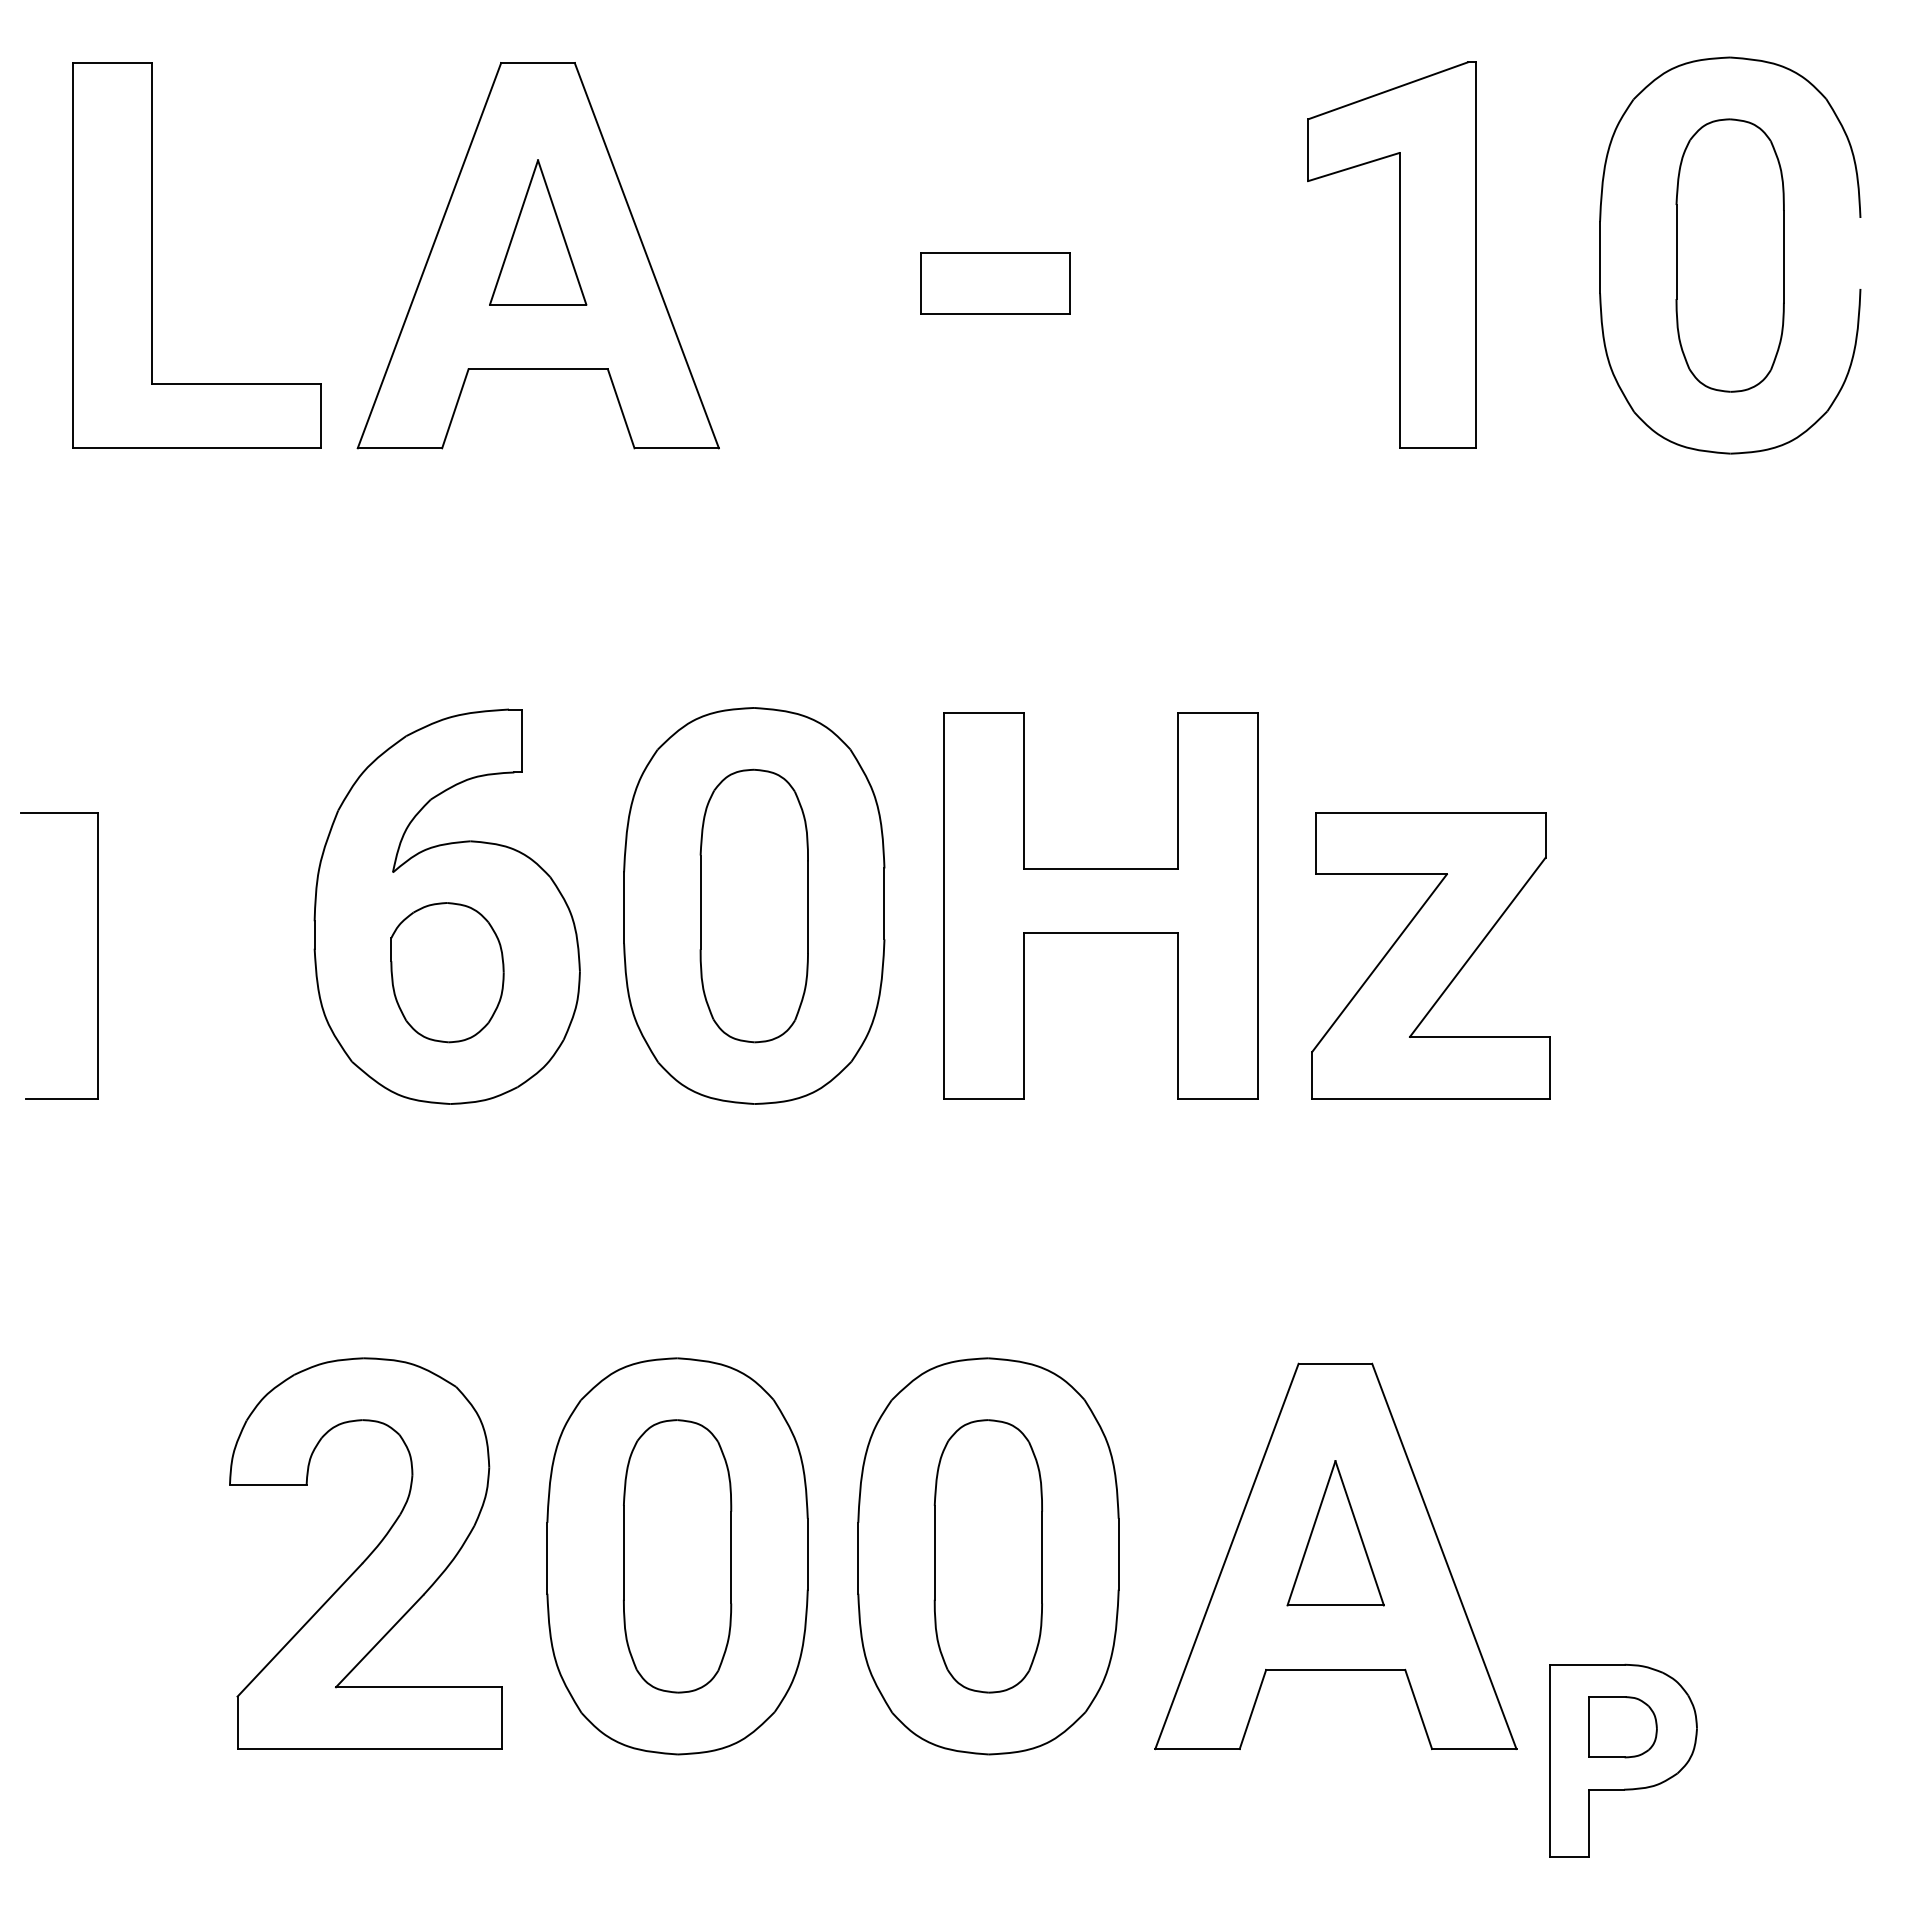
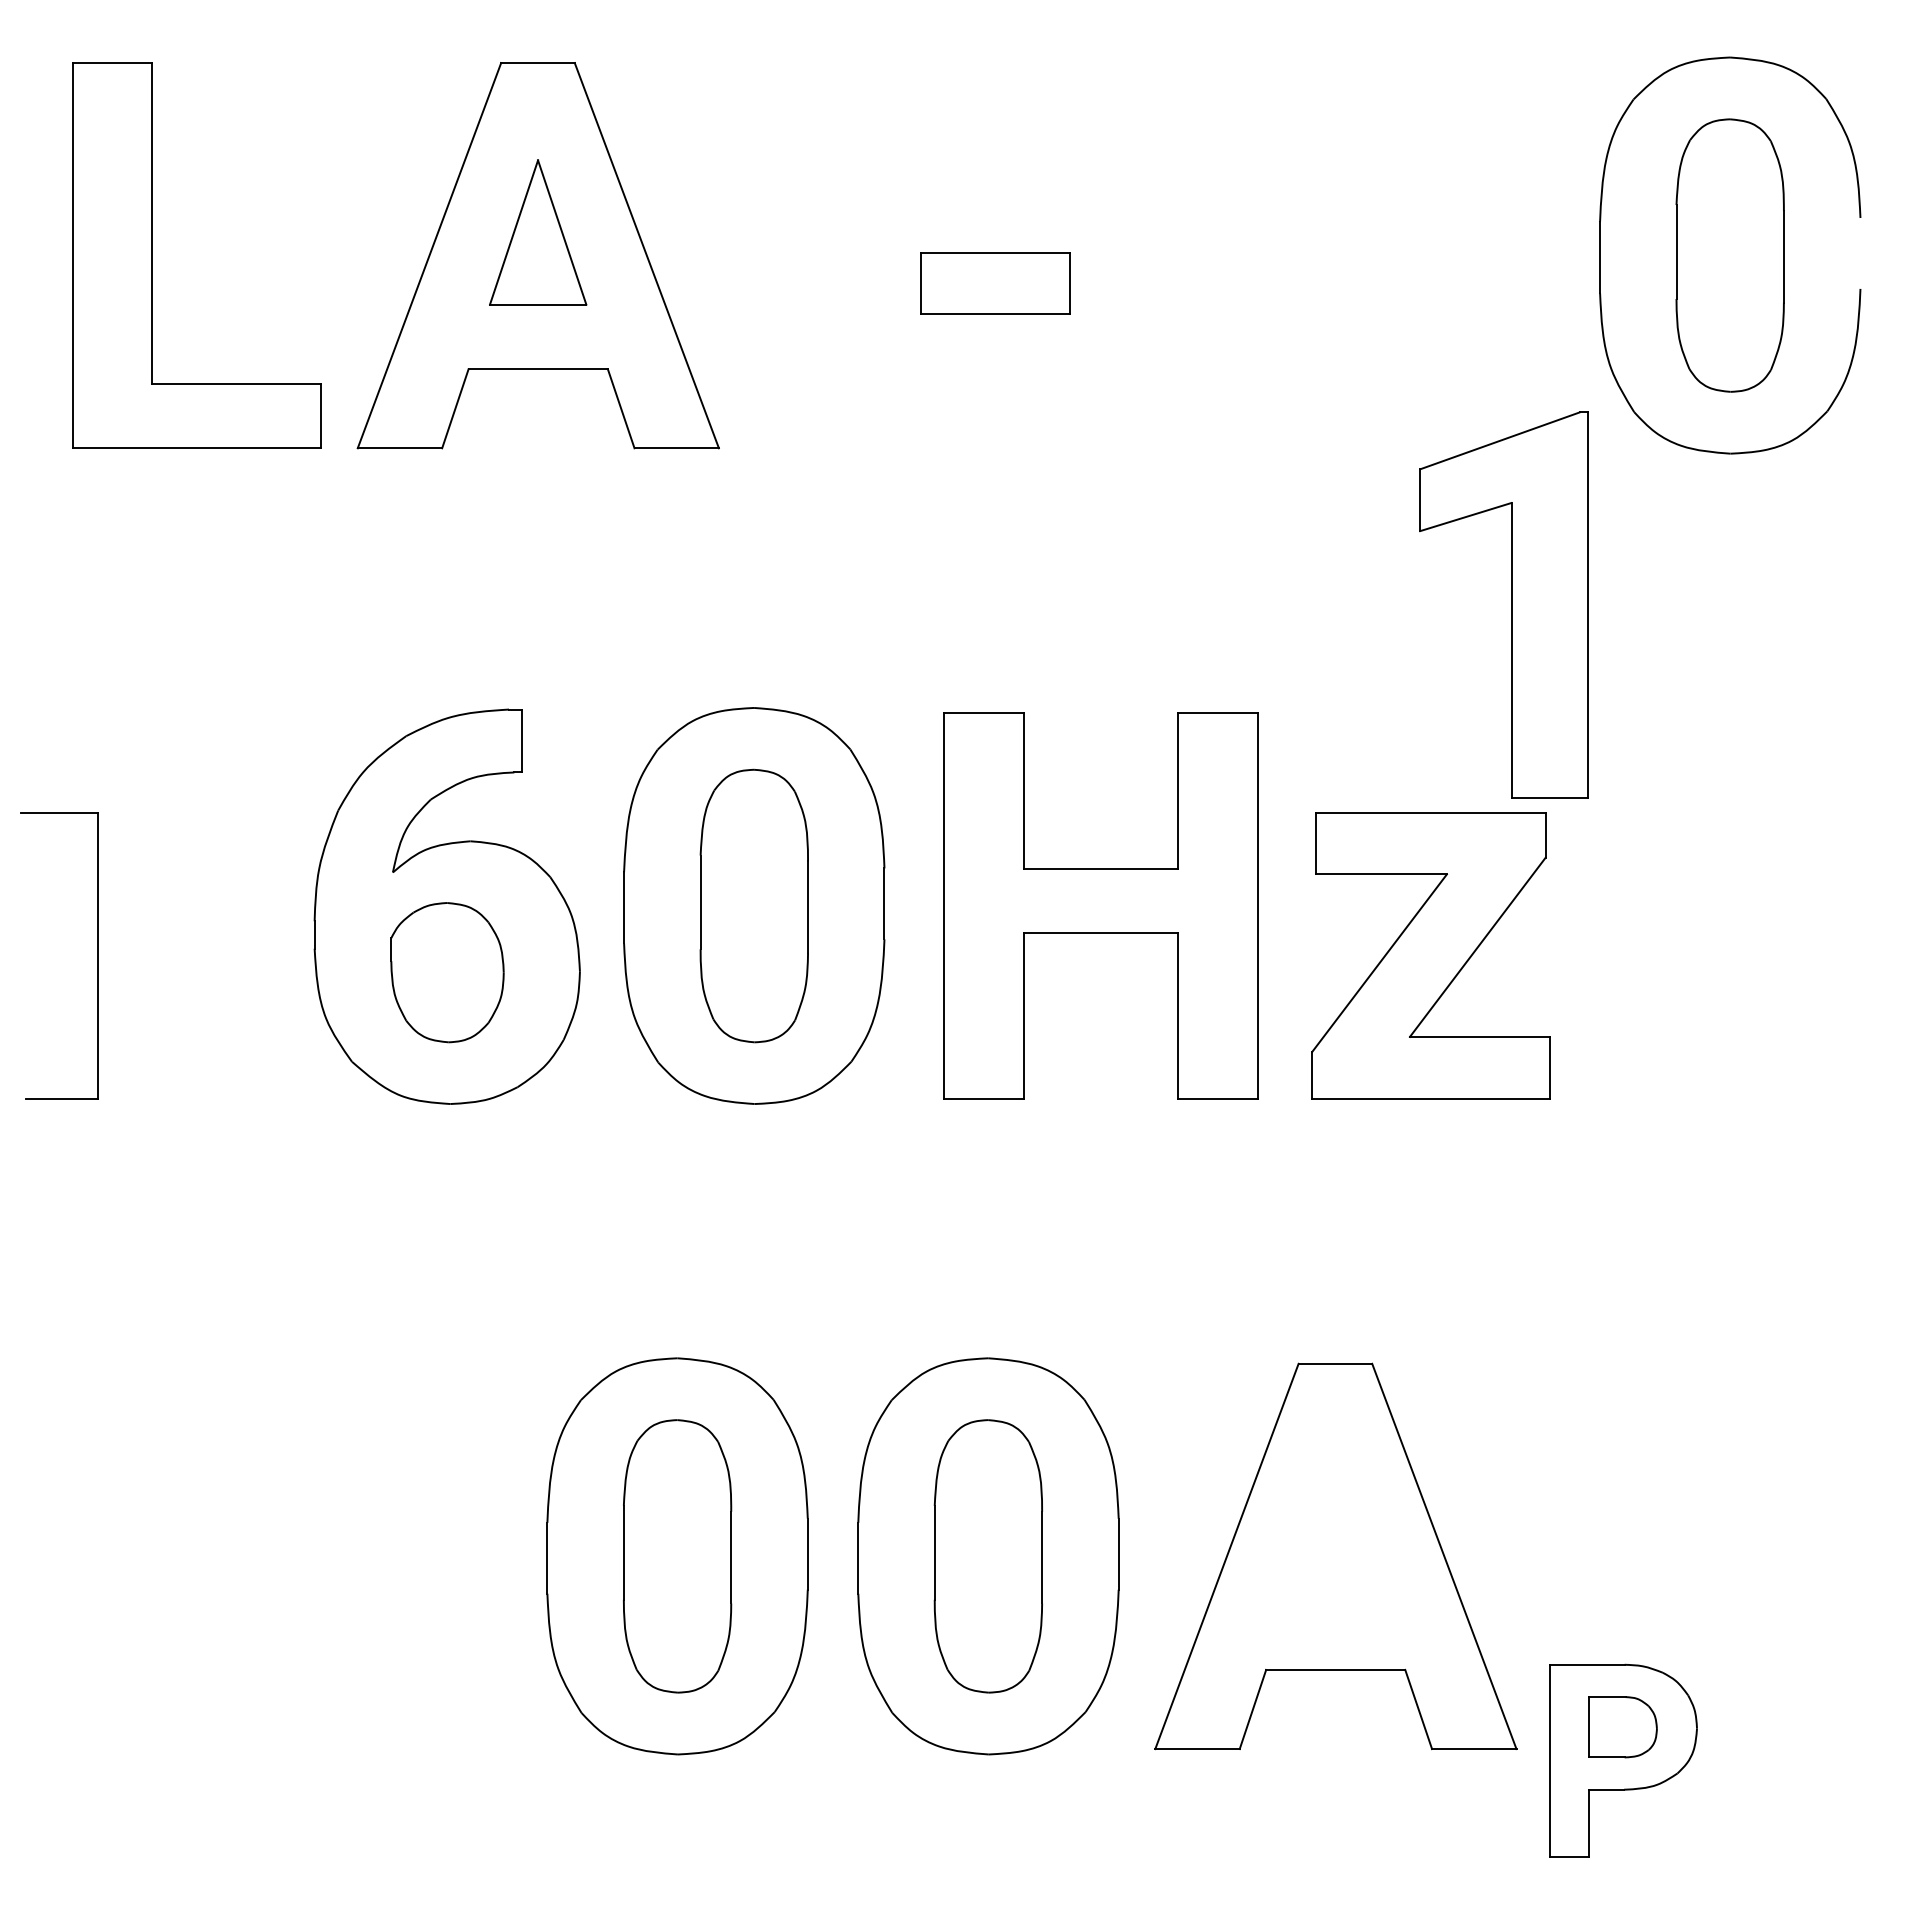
part at (1399, 254) position: (1399, 254) -> (1511, 604)
part at (1335, 1533): present -> none
part at (365, 1553): present -> none
